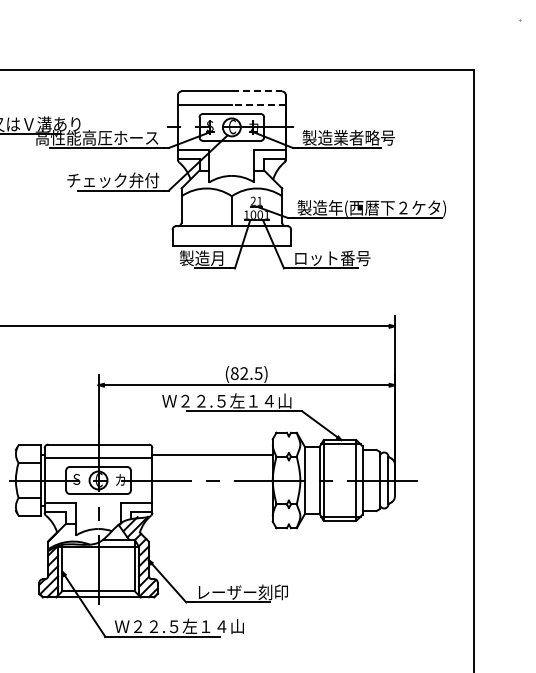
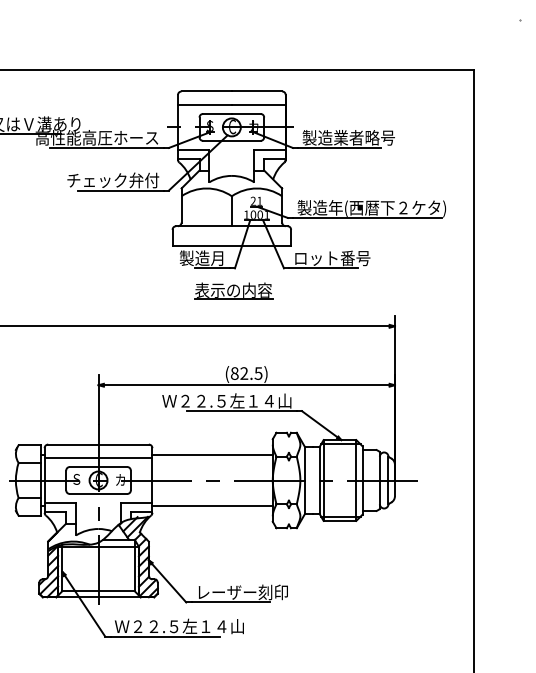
line at (257, 91): dashed -> solid
line at (258, 104): dashed -> solid
part at (233, 290): none -> present
line at (212, 505): none -> present
